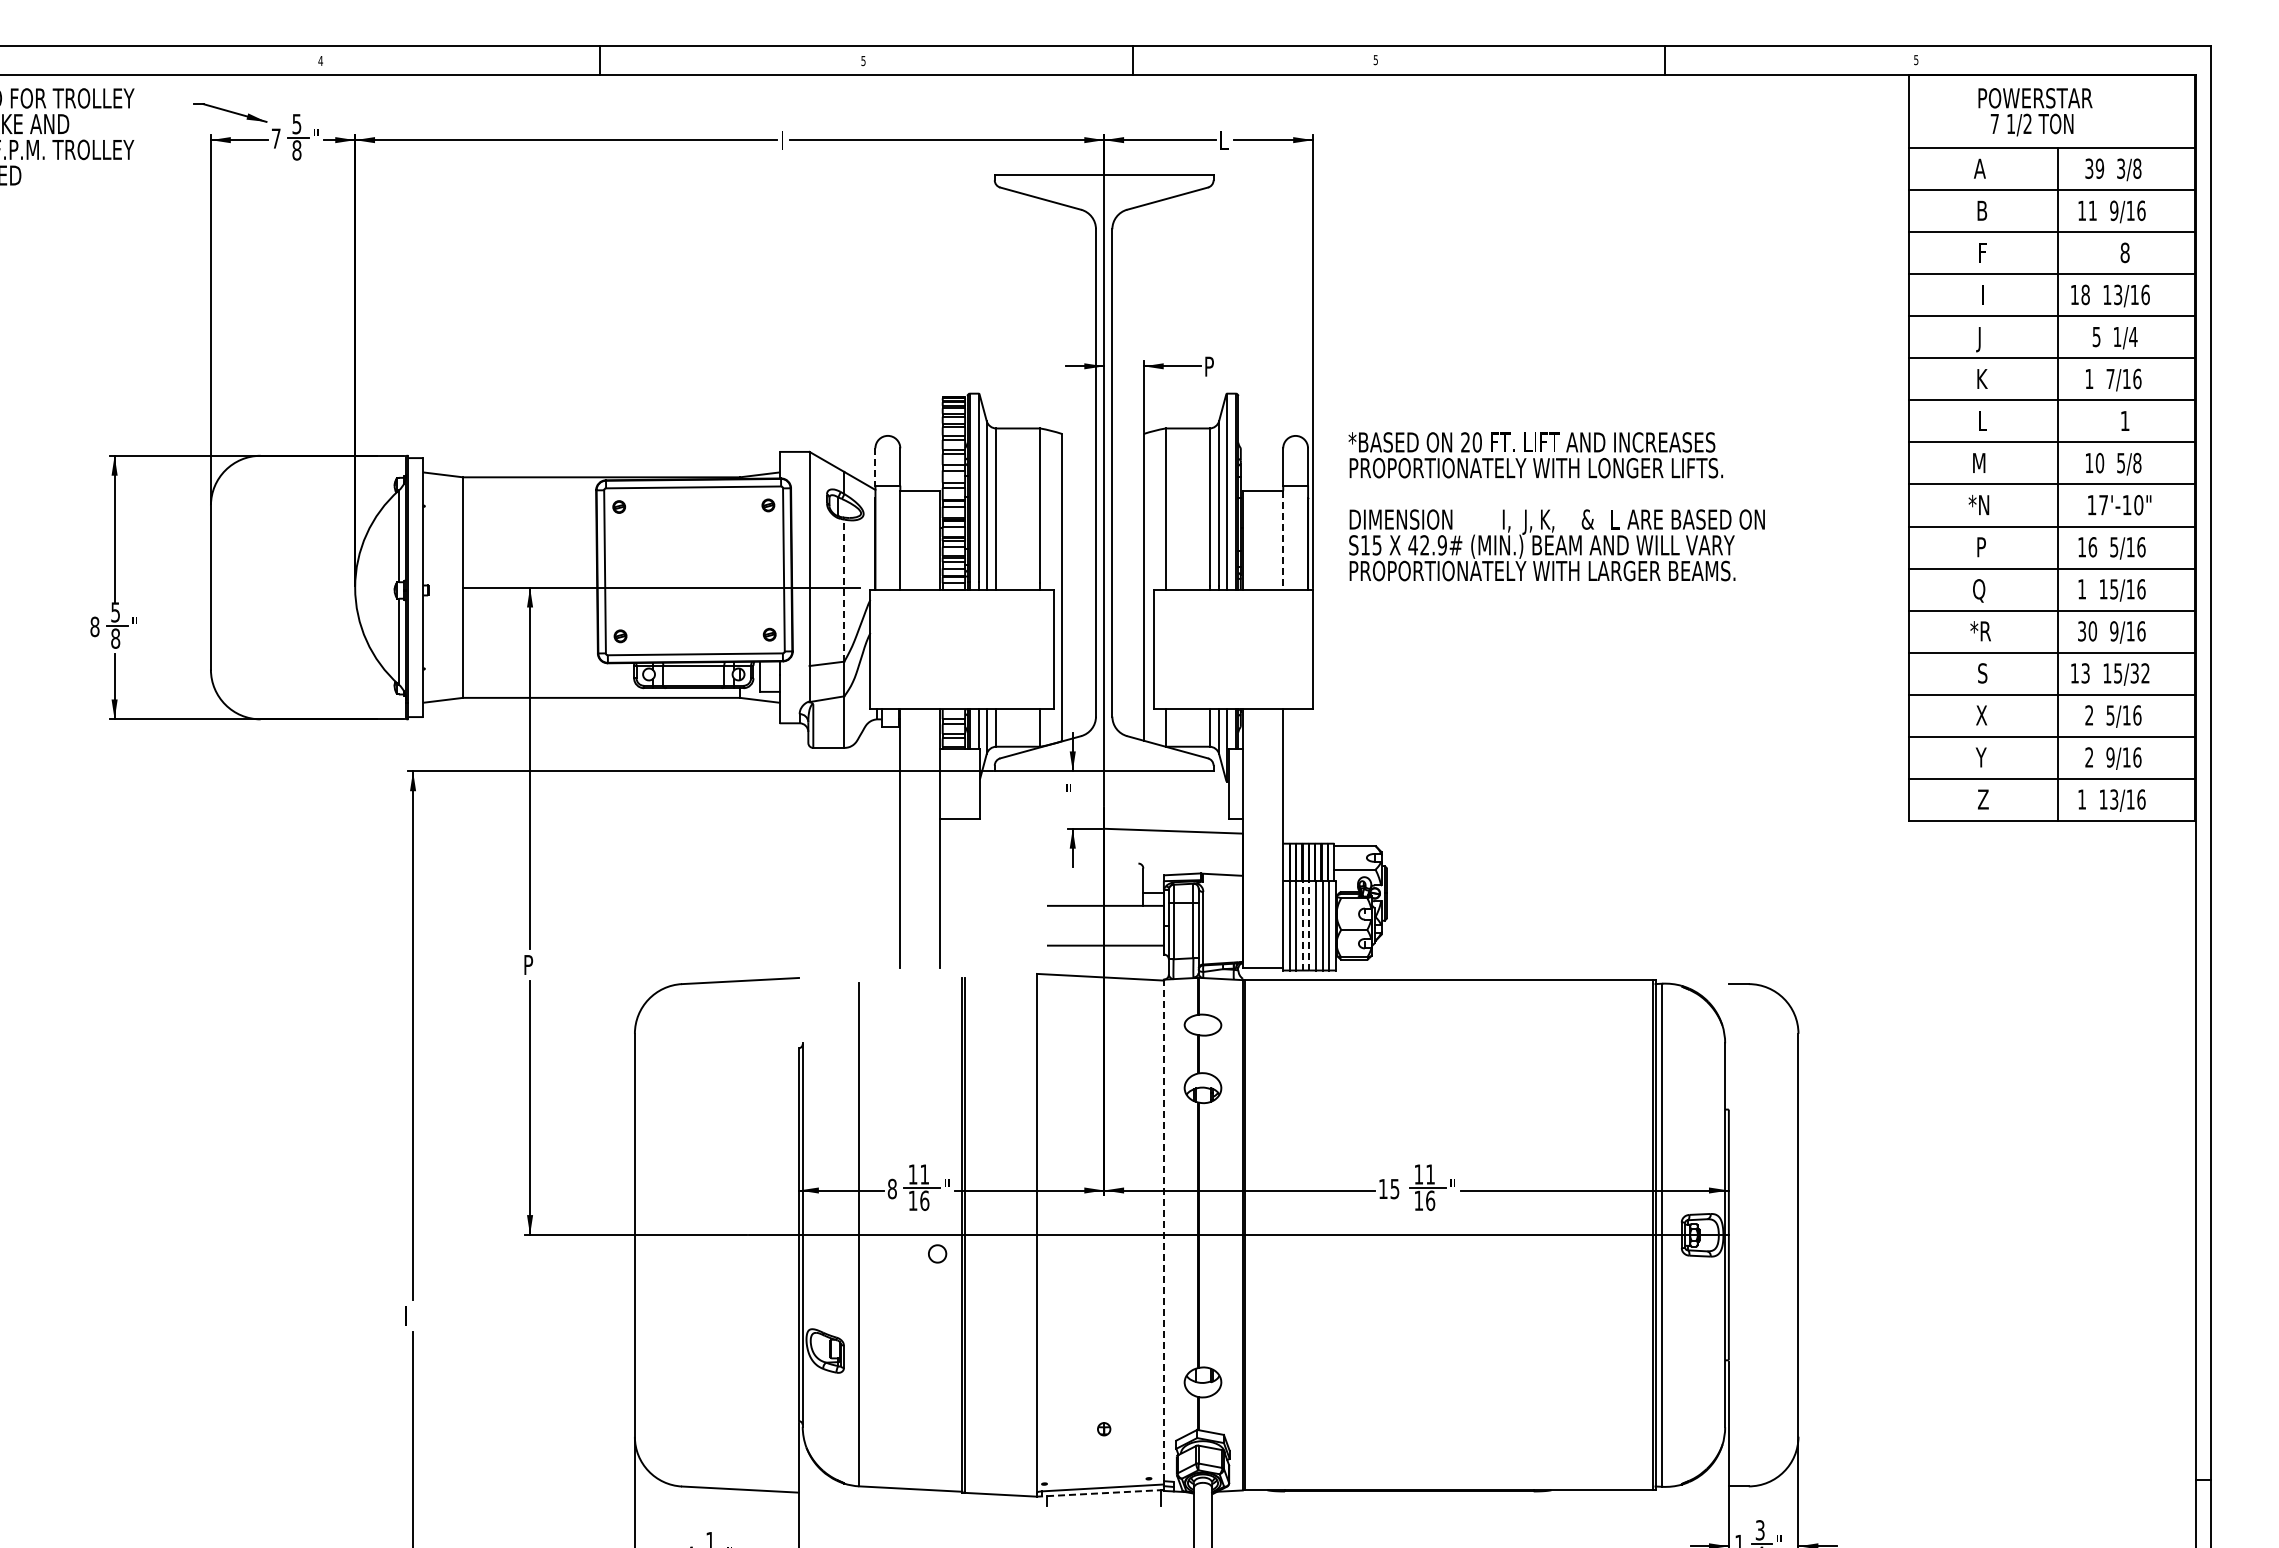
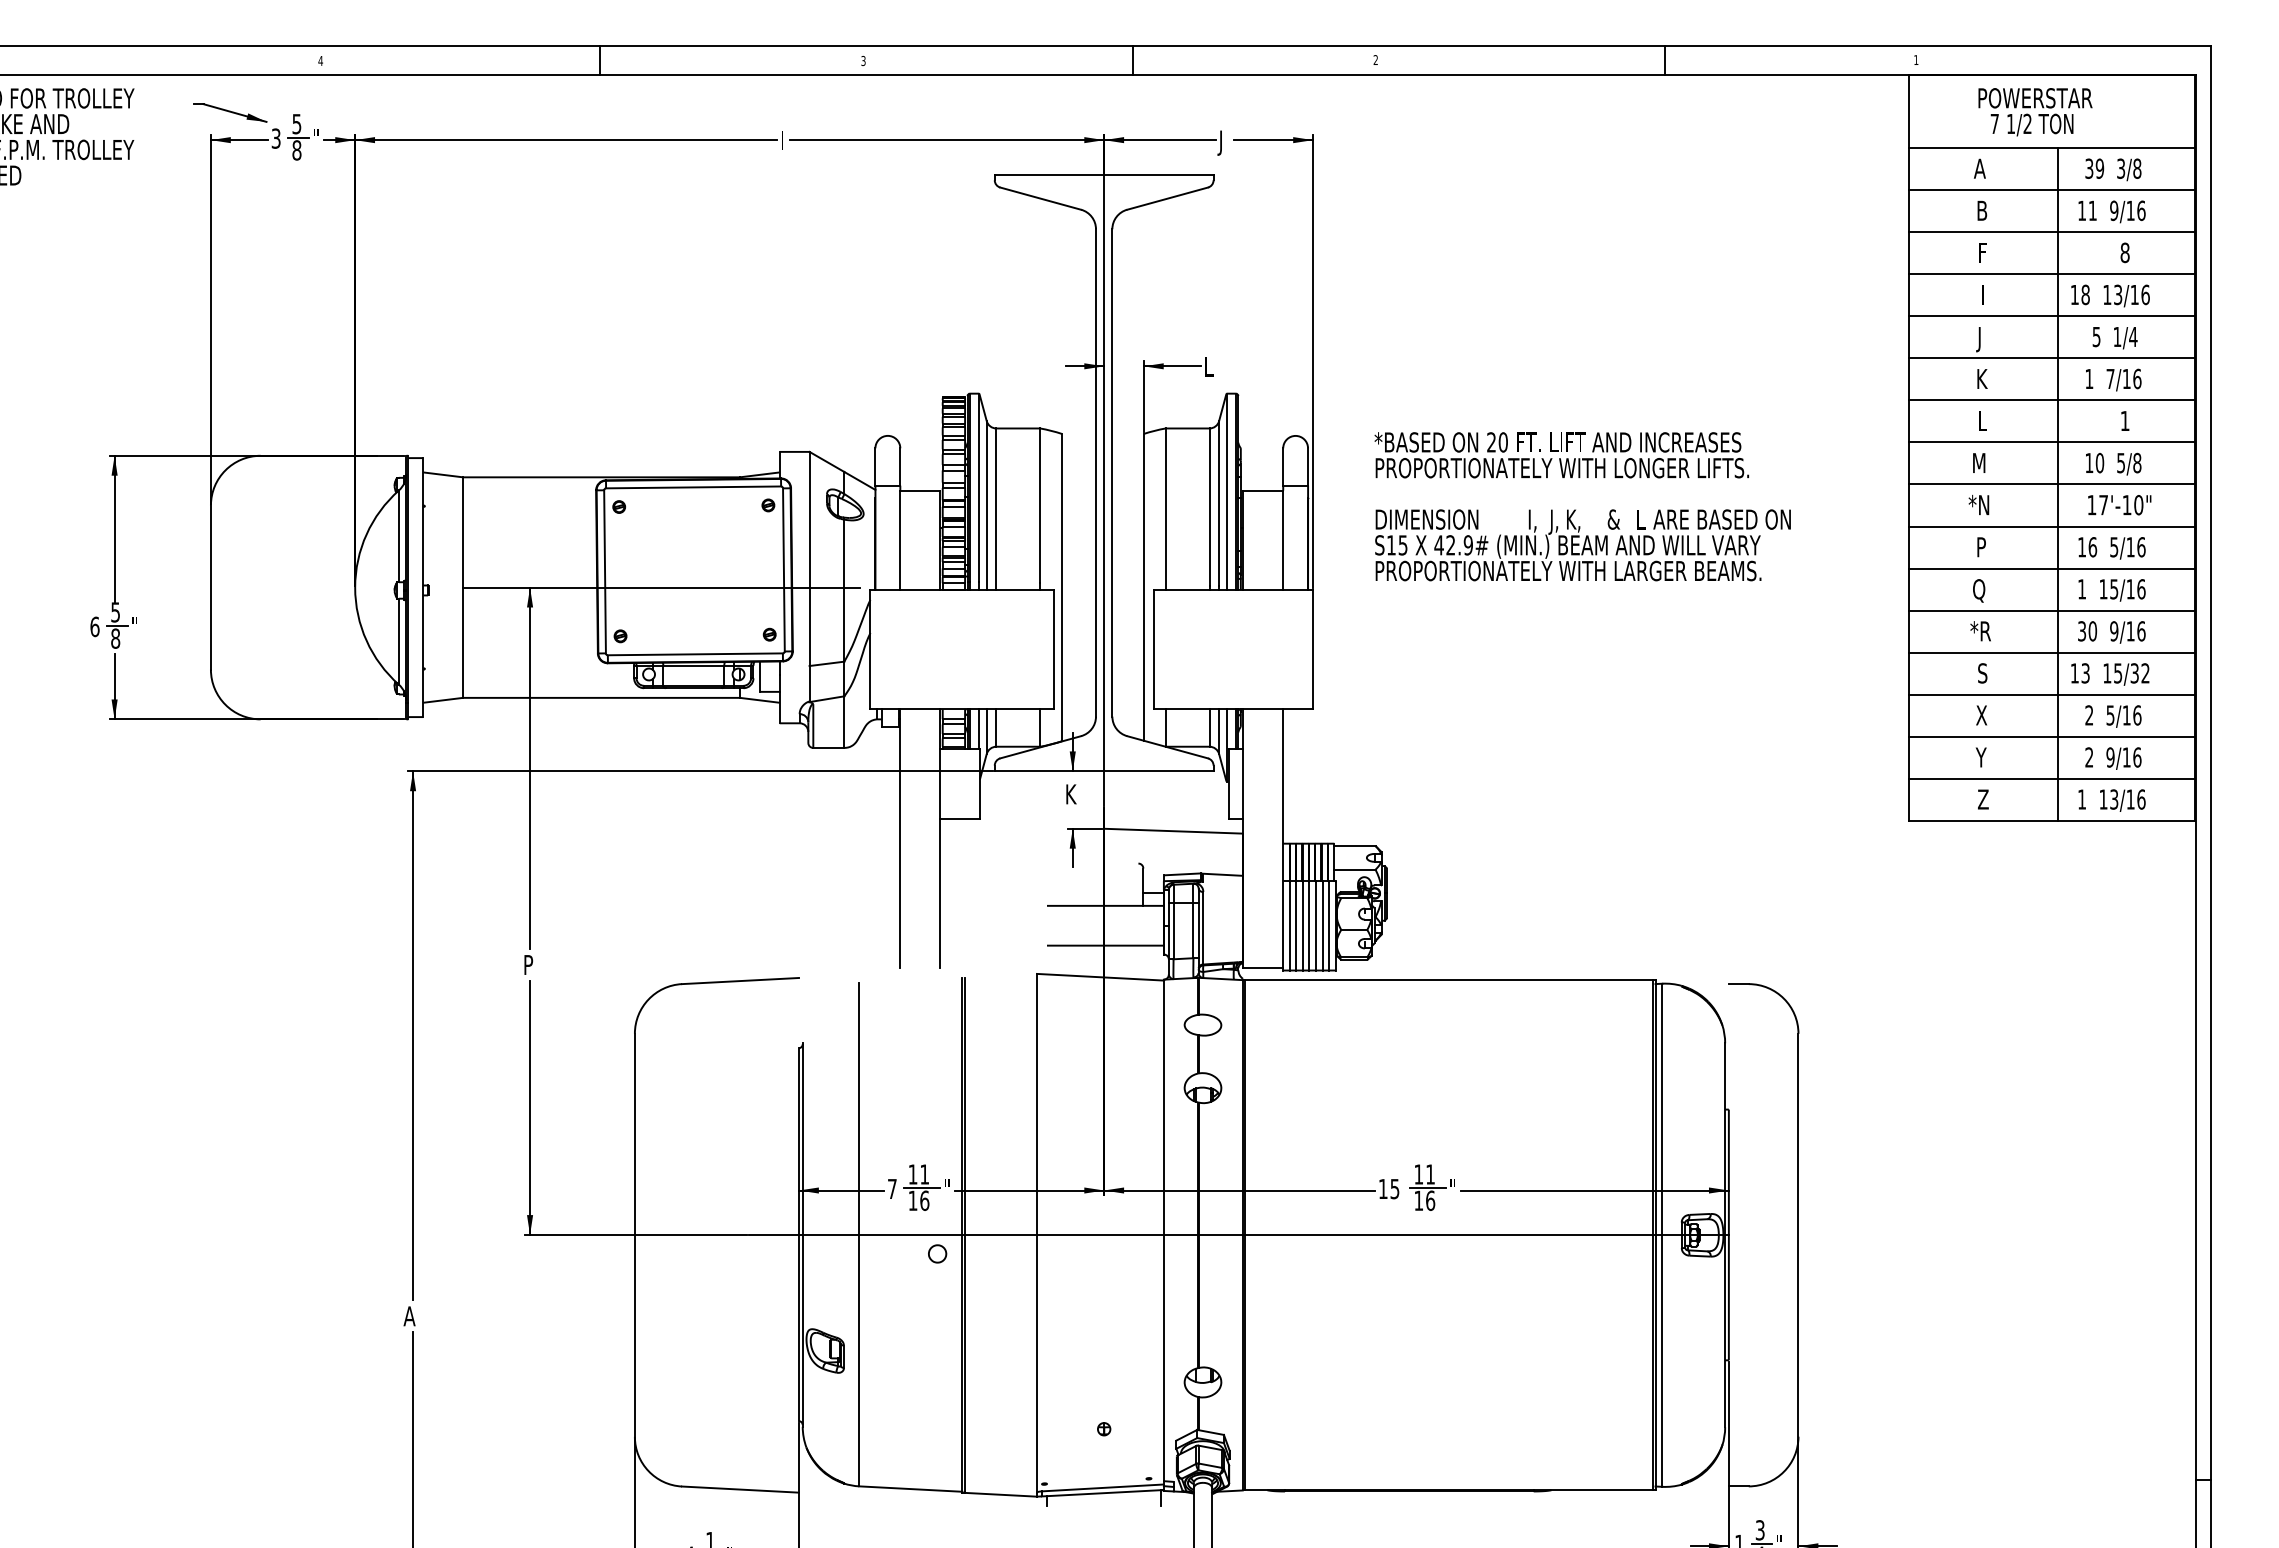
text at (863, 59): 5 -> 3
text at (1375, 60): 5 -> 2
text at (1916, 60): 5 -> 1
text at (275, 138): 7 -> 3
text at (1222, 142): L -> J
text at (1209, 366): P -> L
line at (875, 466): dashed -> solid
text at (1556, 506) position: (1556, 506) -> (1582, 506)
line at (1283, 540): dashed -> solid
line at (844, 590): dashed -> solid
text at (94, 626): 8 -> 6
text at (1071, 794): " -> K
line at (1302, 925): dashed -> solid
line at (1309, 925): dashed -> solid
text at (891, 1188): 8 -> 7
line at (1163, 1230): dashed -> solid
text at (409, 1316): I -> A
line at (1102, 1493): dashed -> solid
